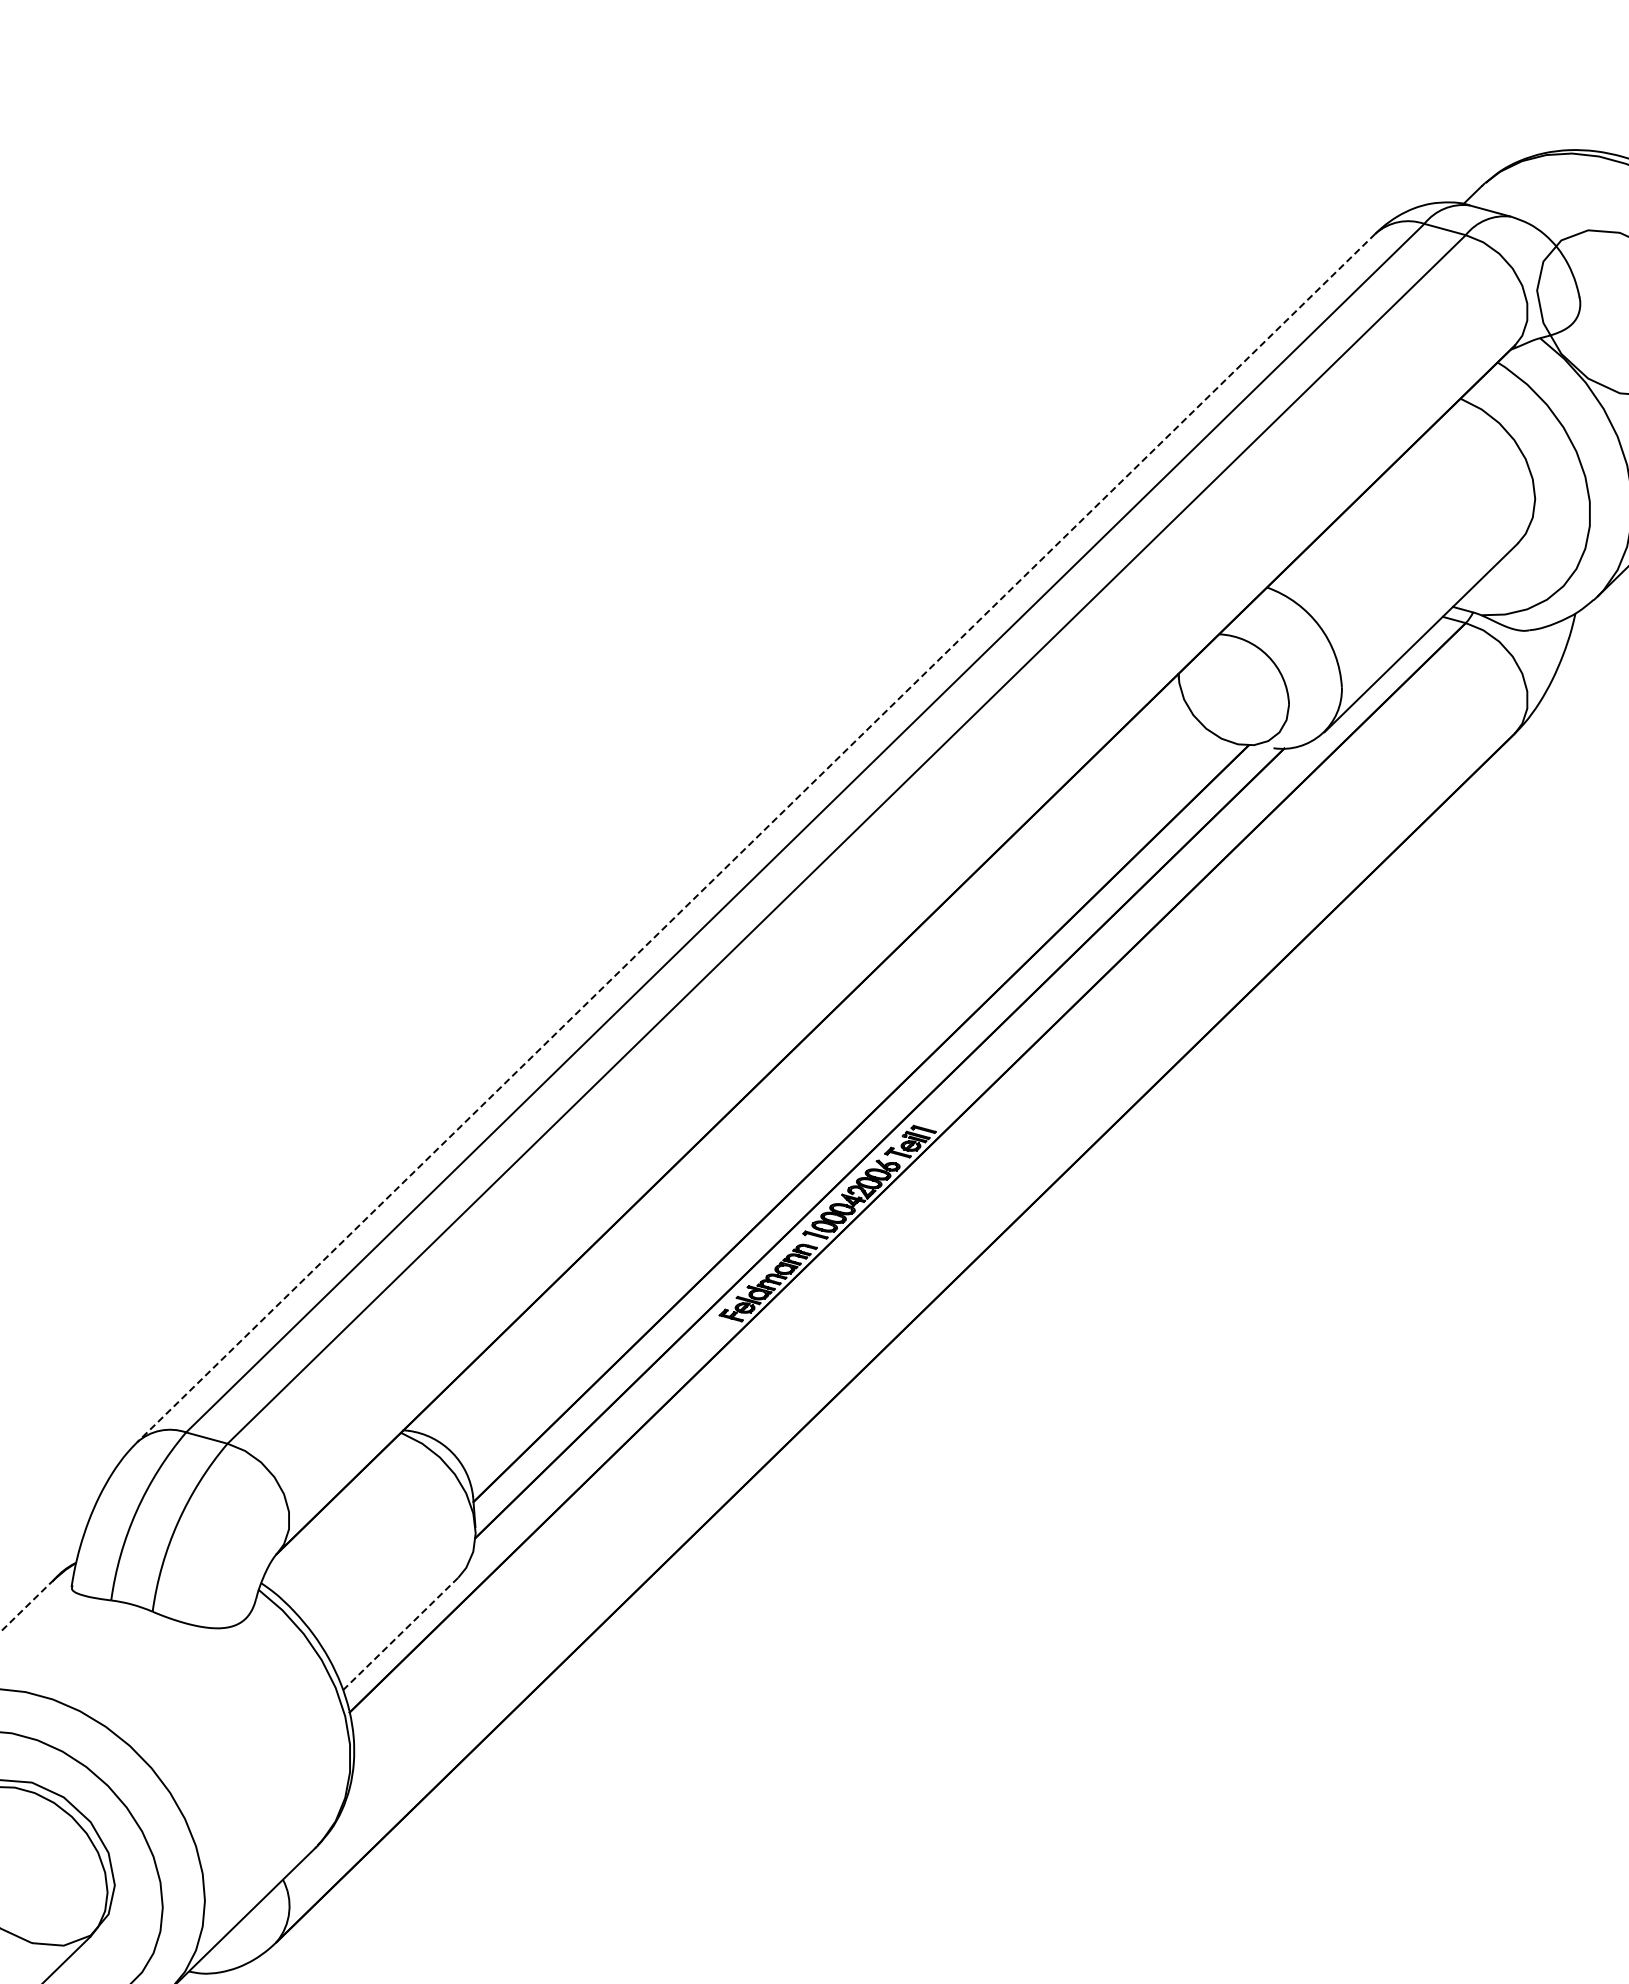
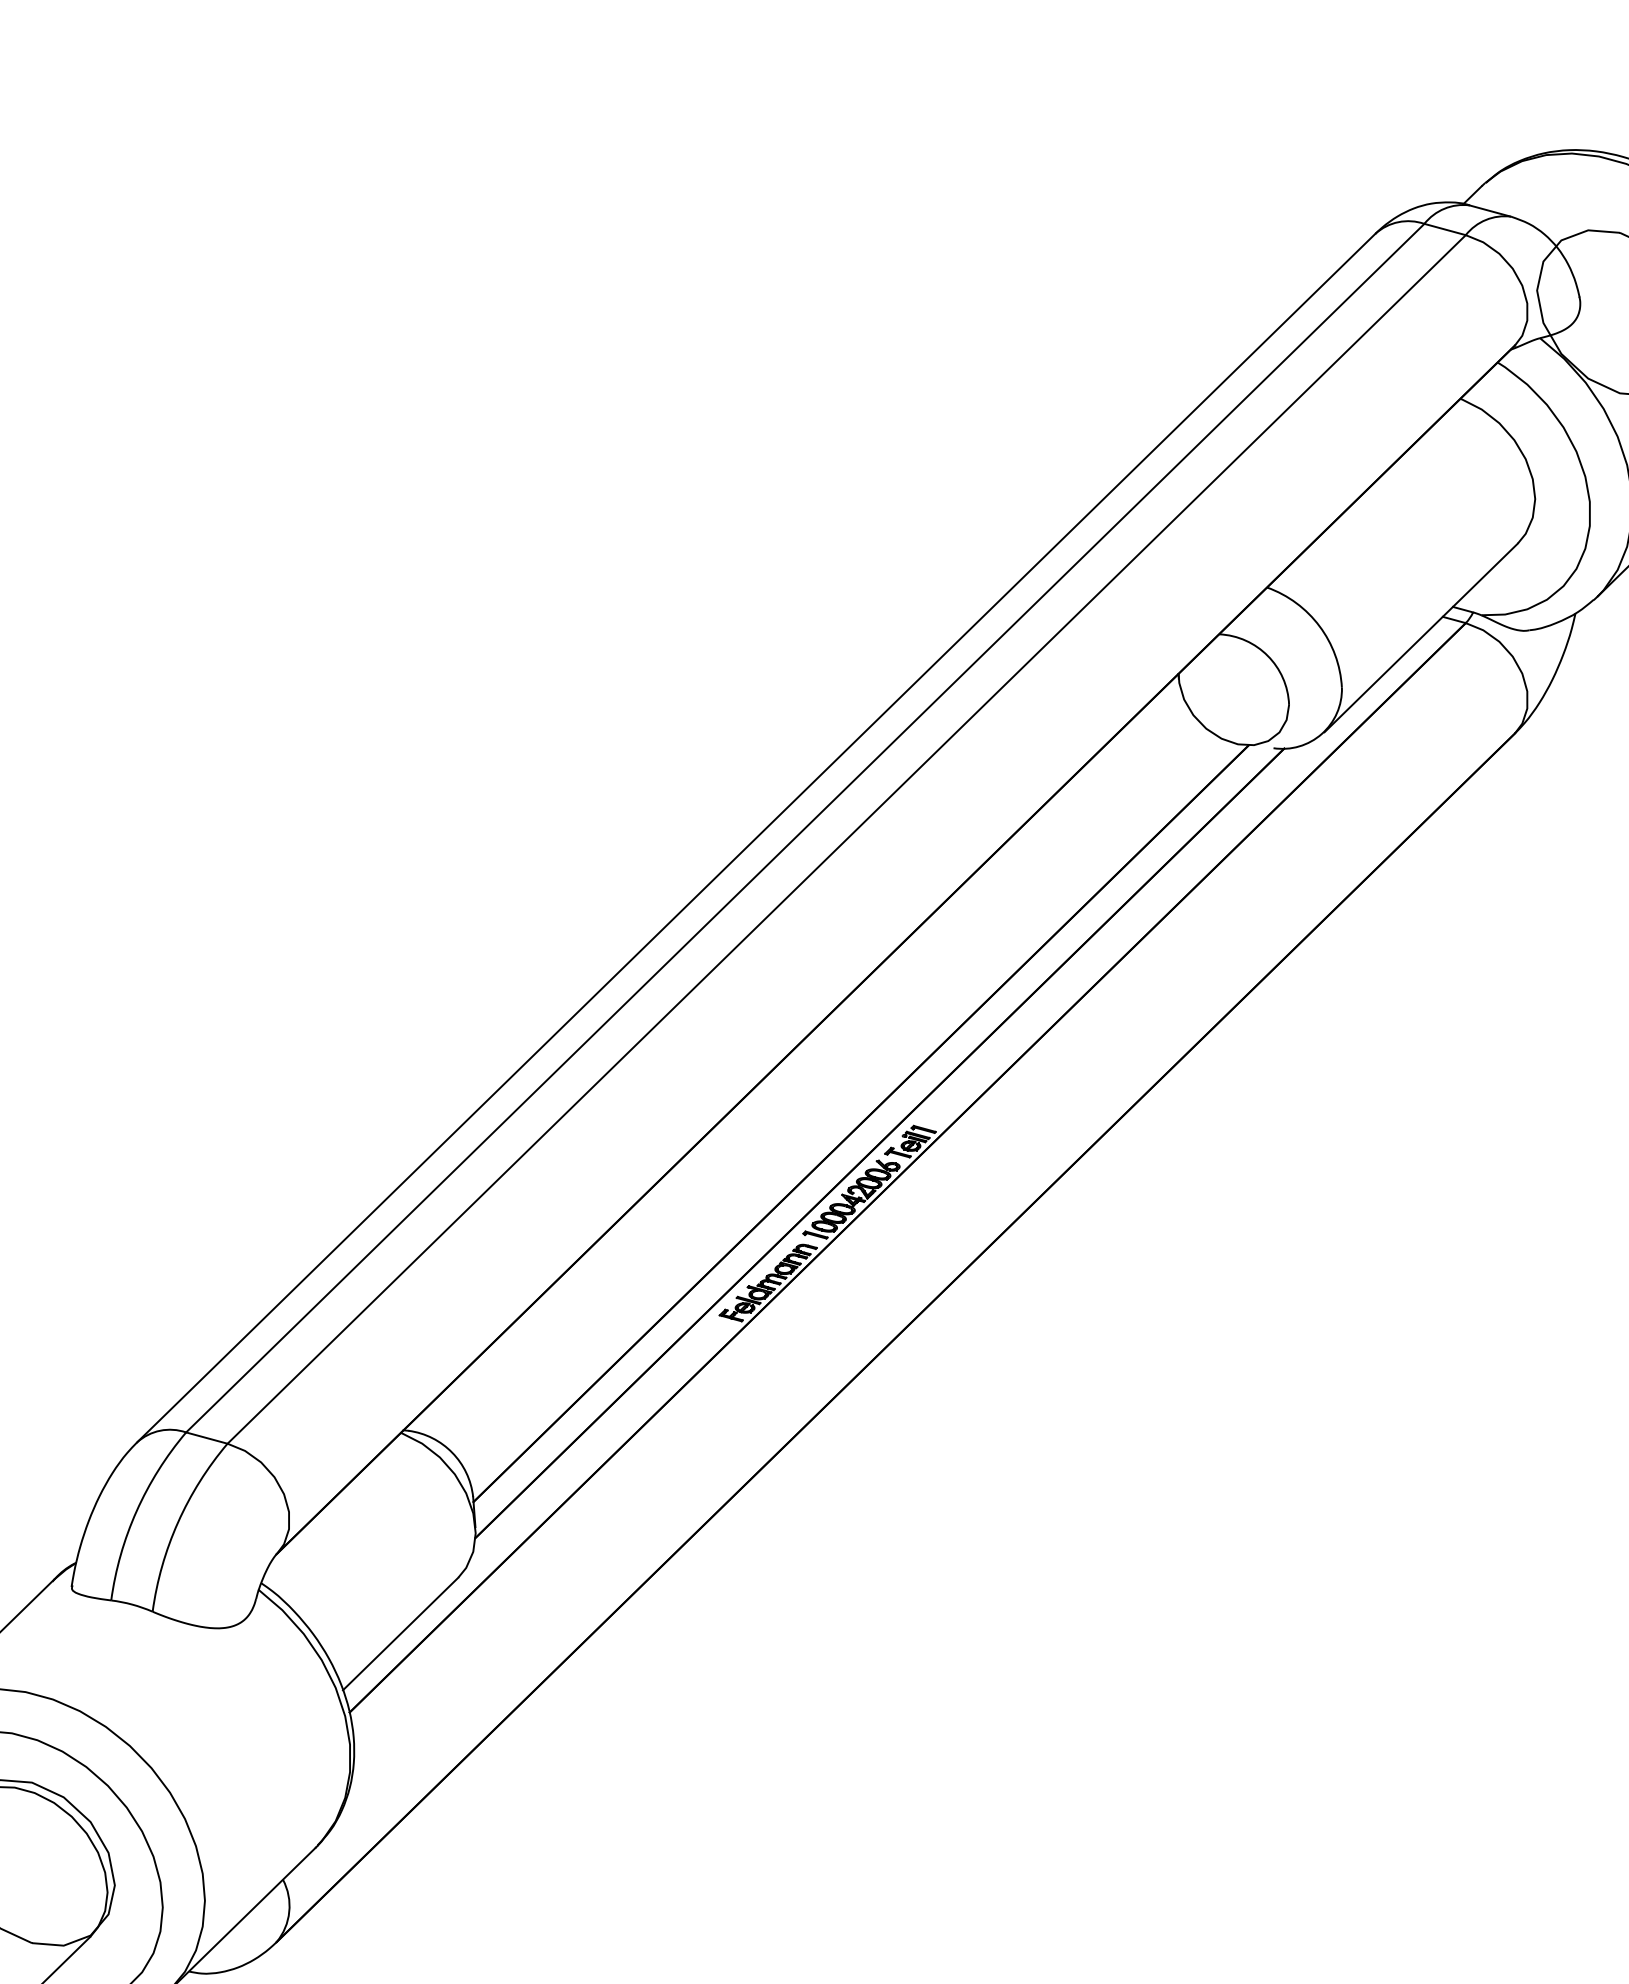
line at (755, 838): dashed -> solid
line at (27, 1606): dashed -> solid
line at (400, 1634): dashed -> solid
